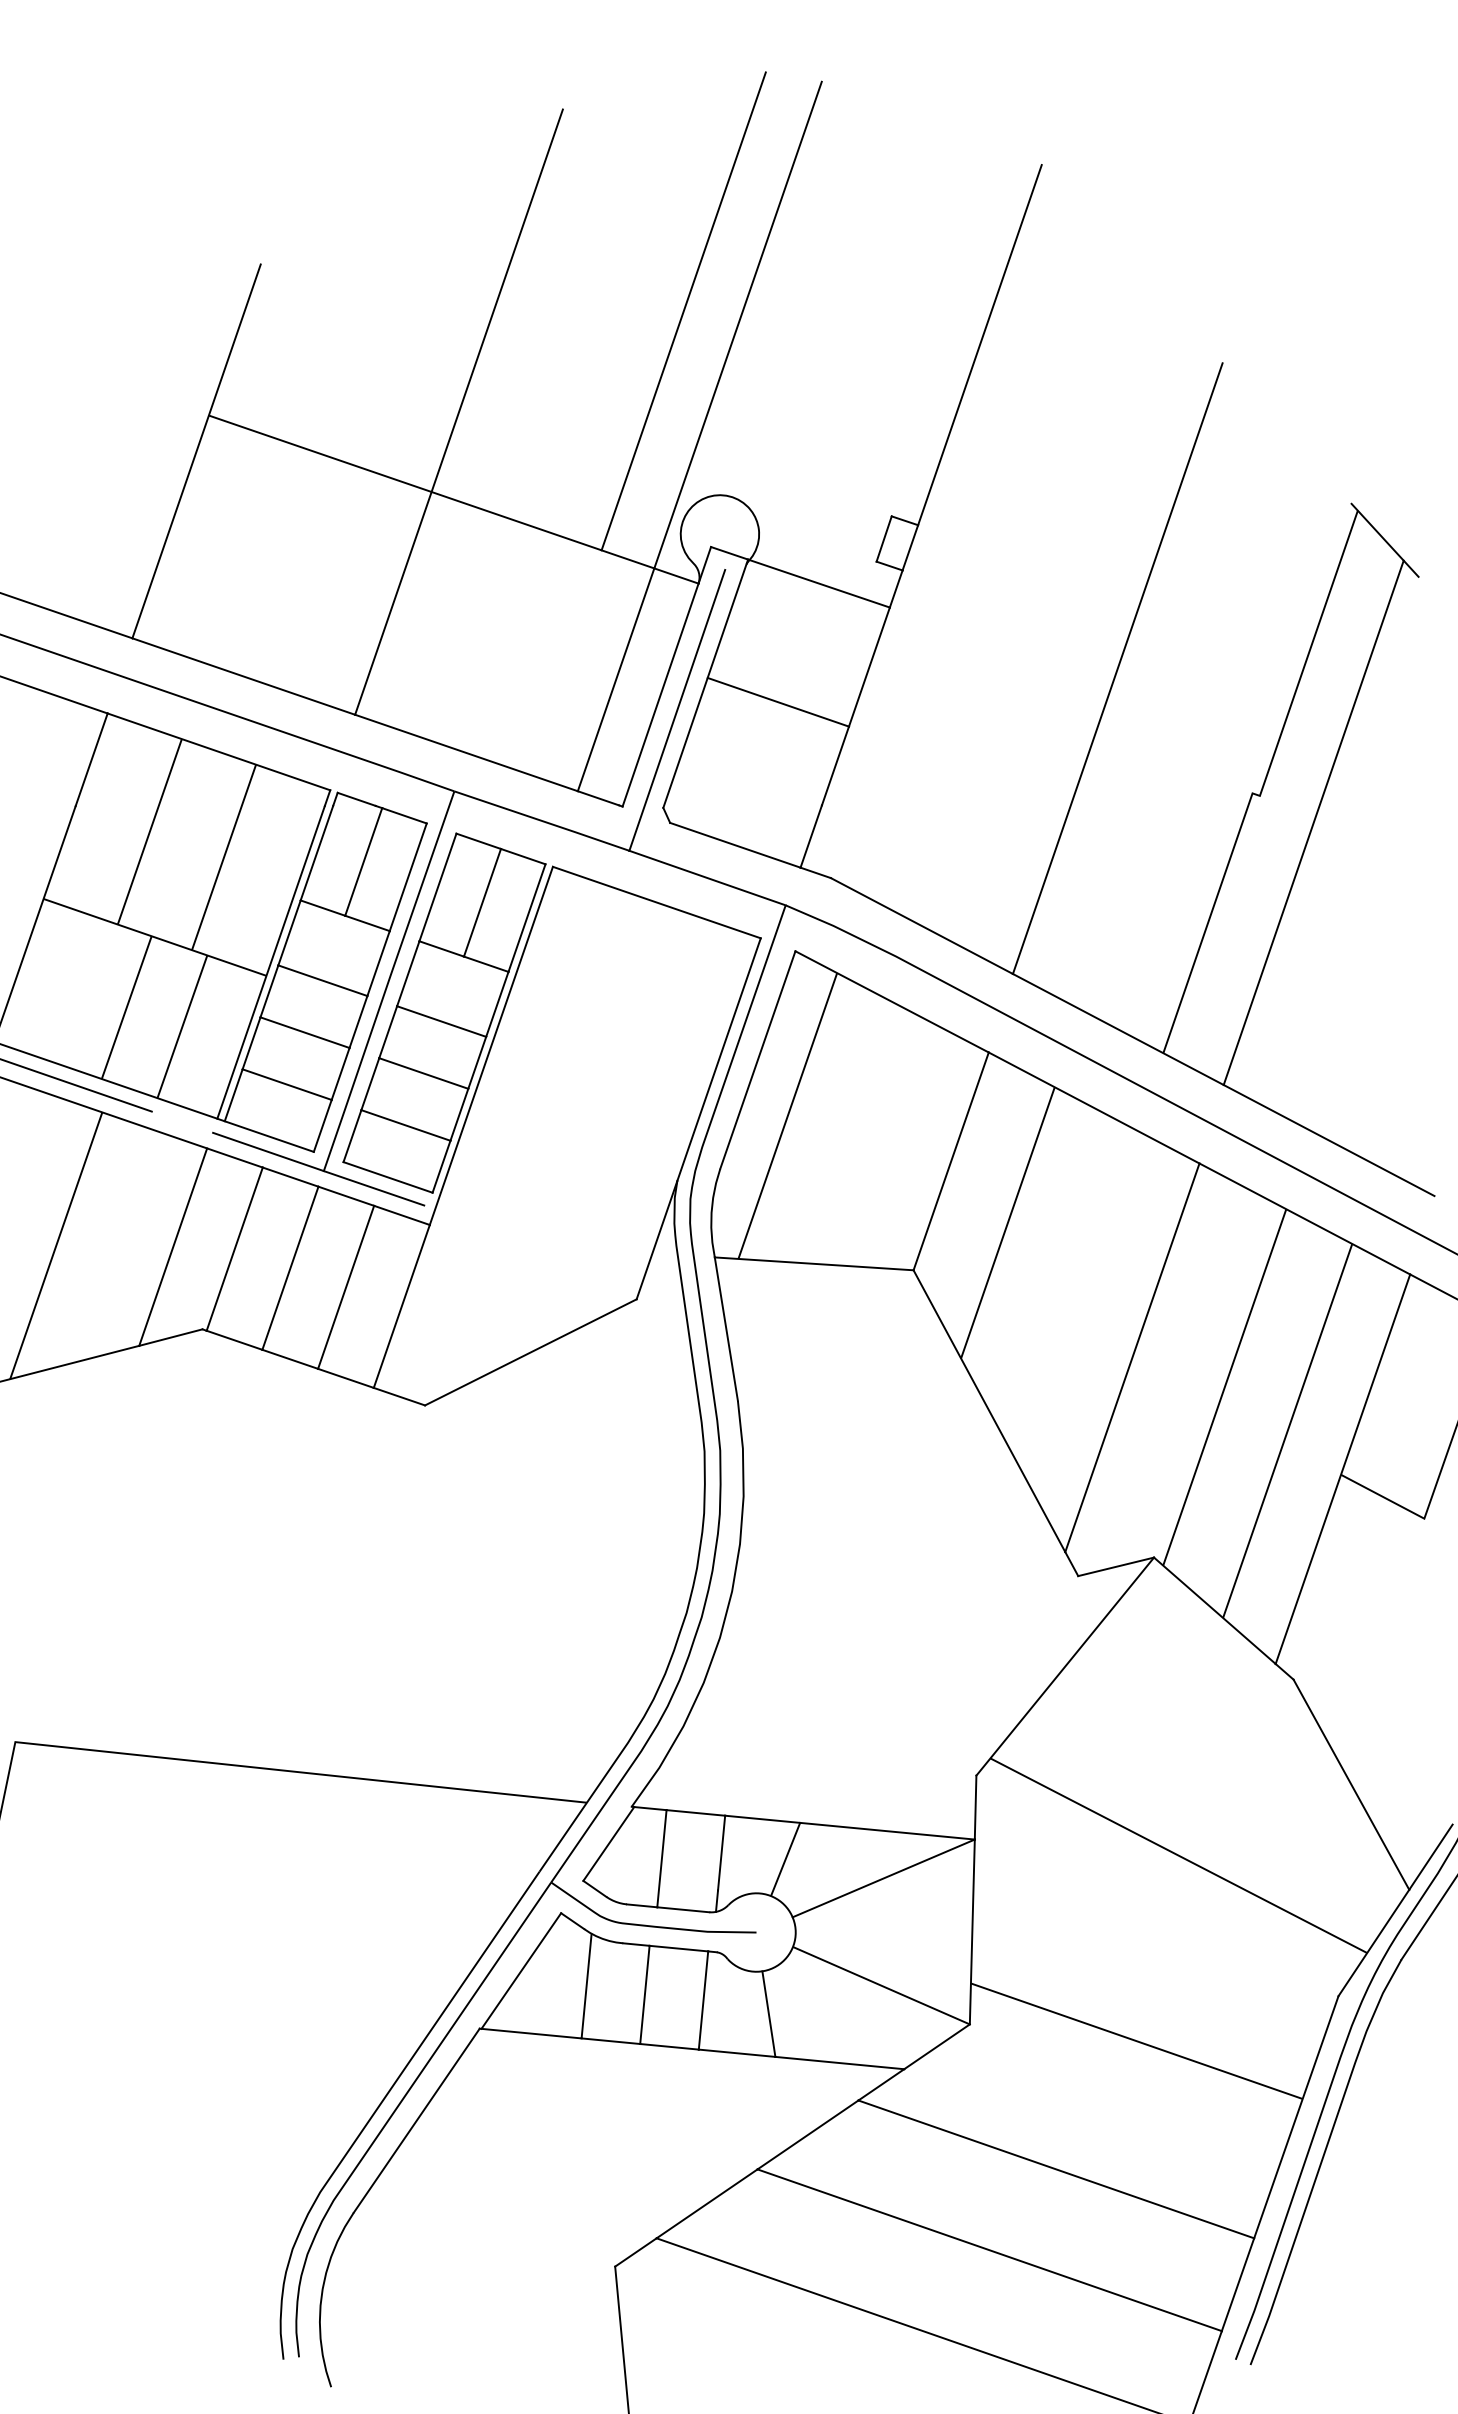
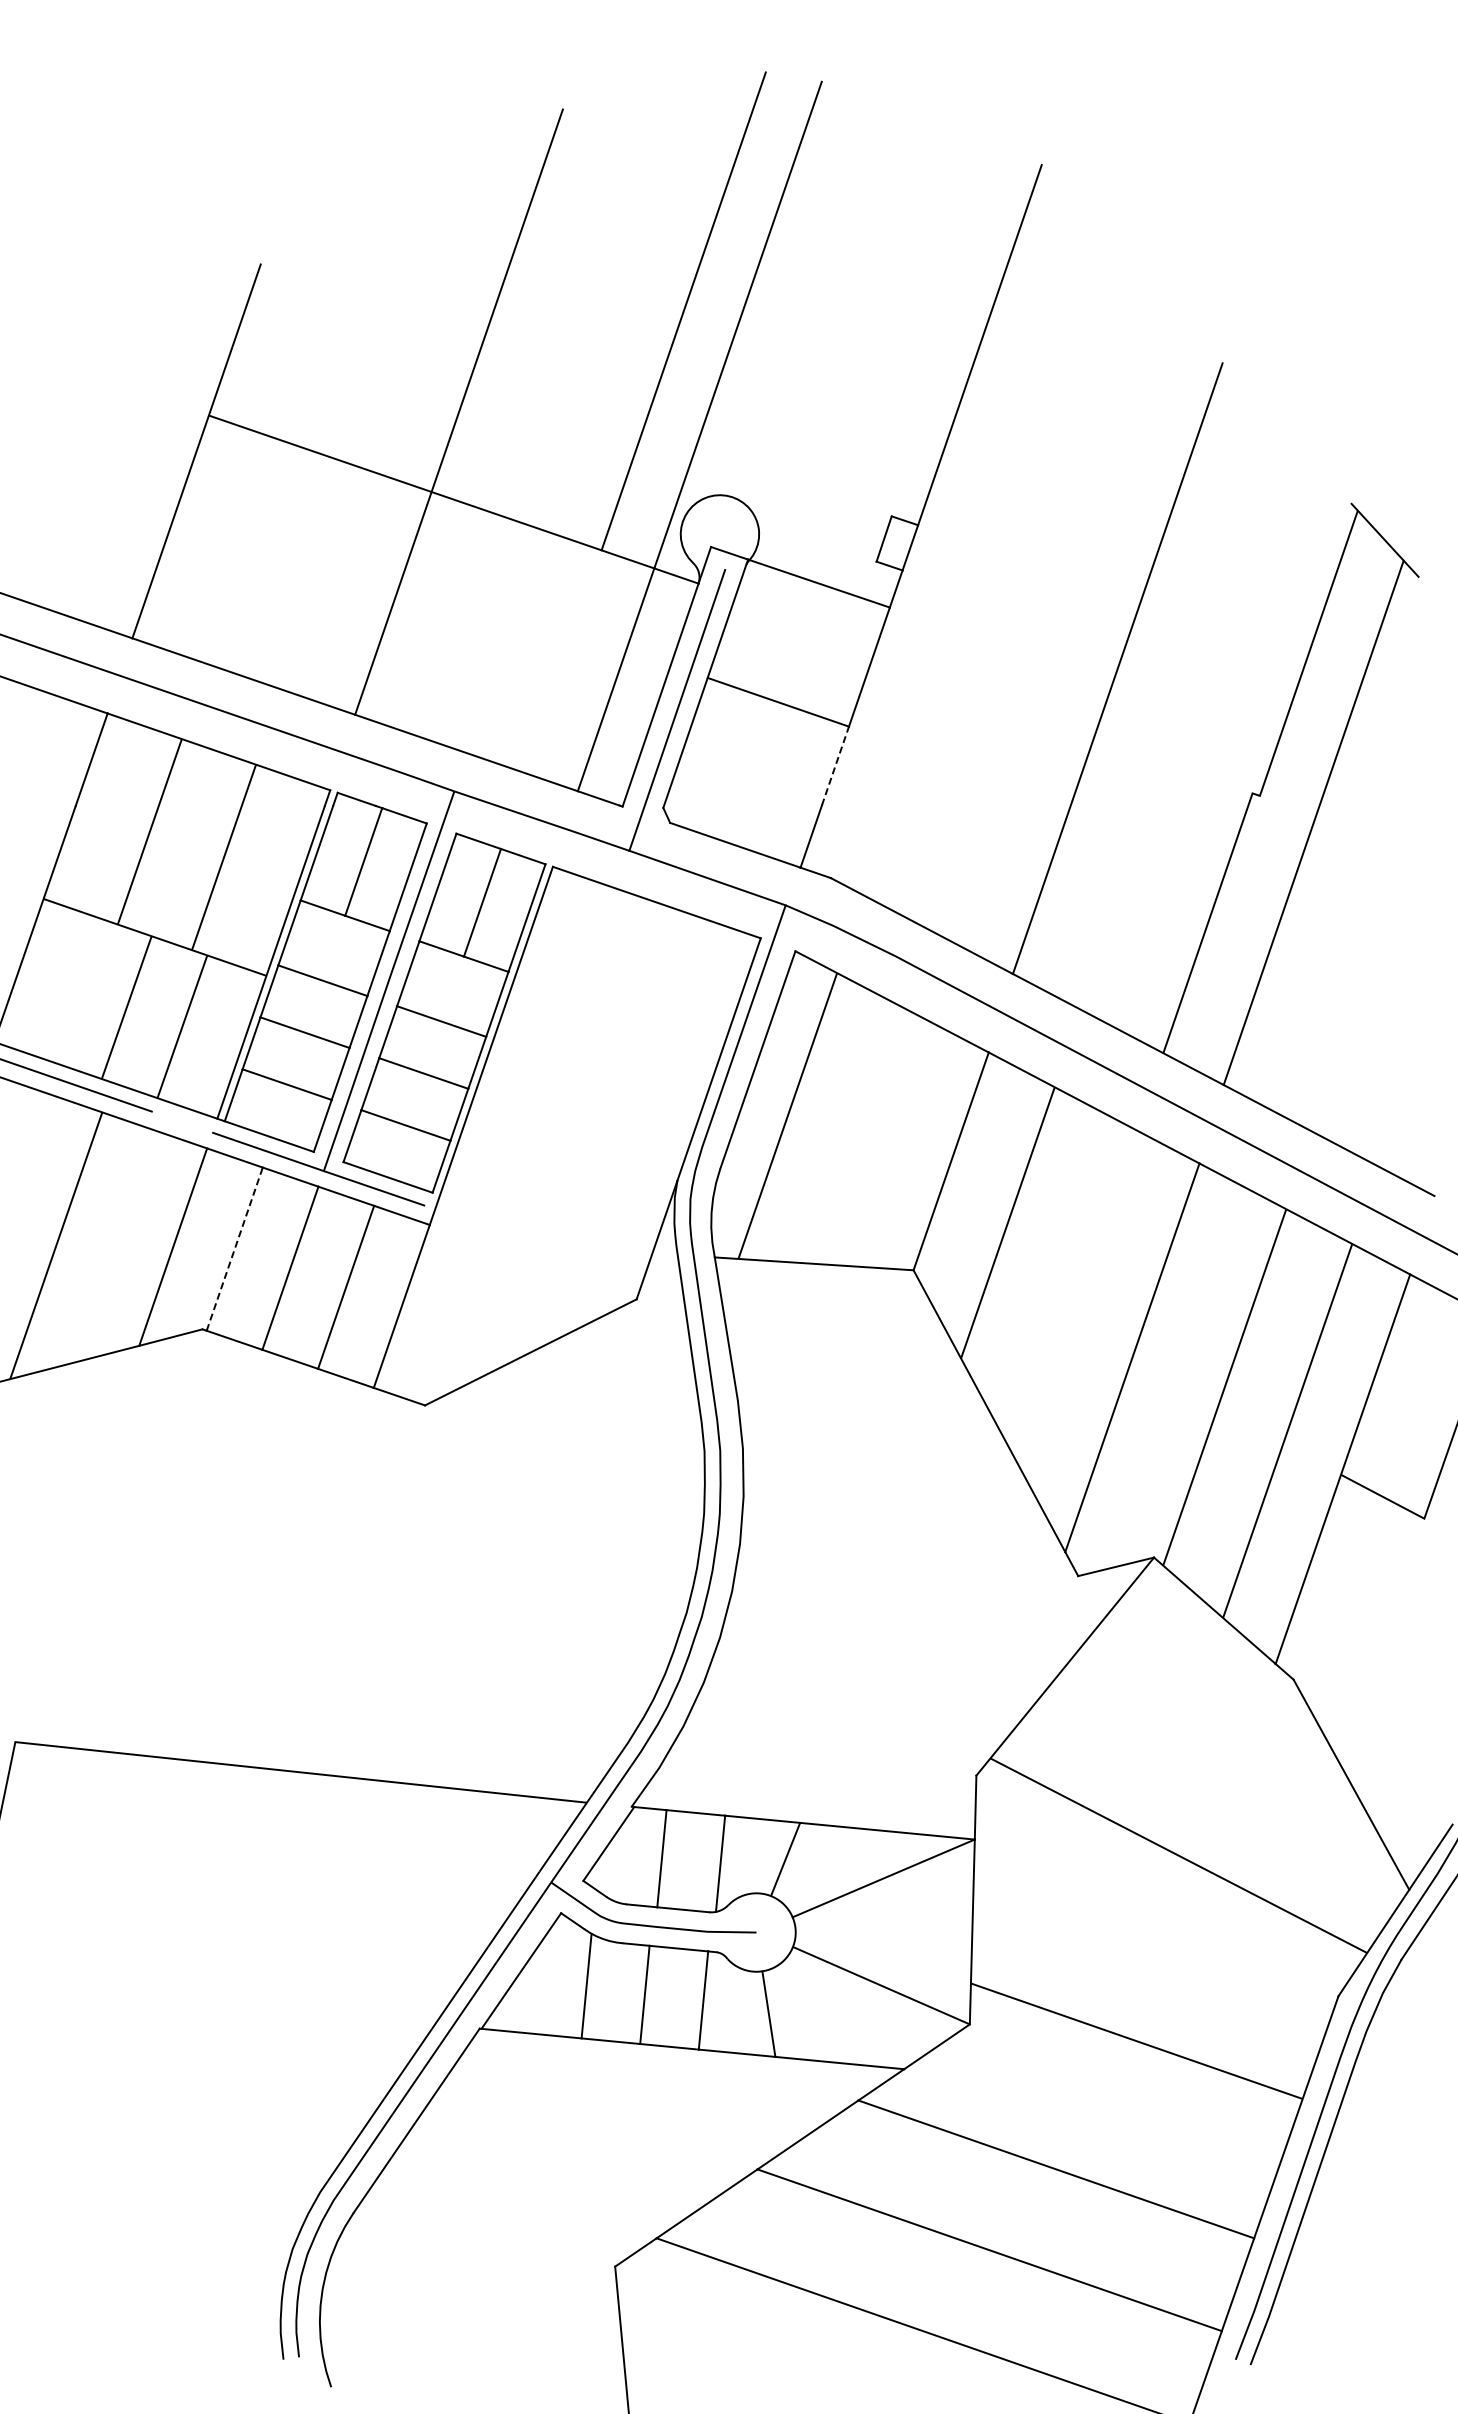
line at (835, 766): solid -> dashed
line at (234, 1248): solid -> dashed
